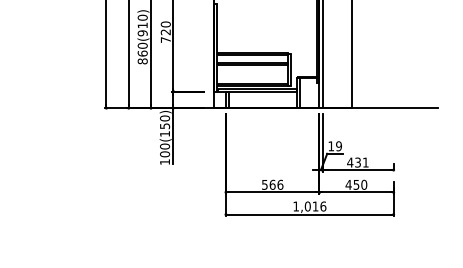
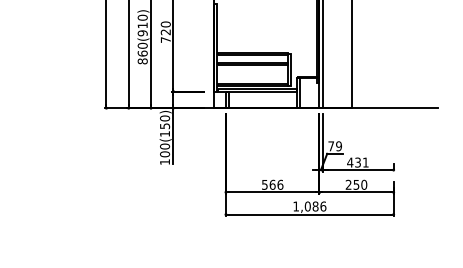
text at (330, 146): 19 -> 79
text at (348, 184): 450 -> 250
text at (315, 206): 1,016 -> 1,086
